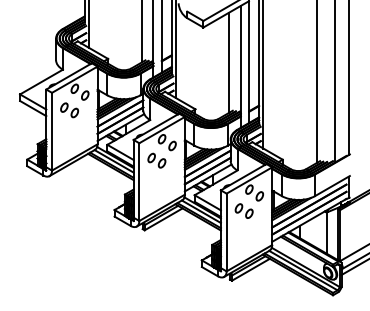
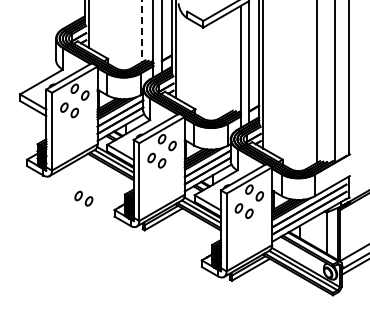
line at (141, 31): solid -> dashed
line at (229, 62): present -> none
part at (83, 198): none -> present
